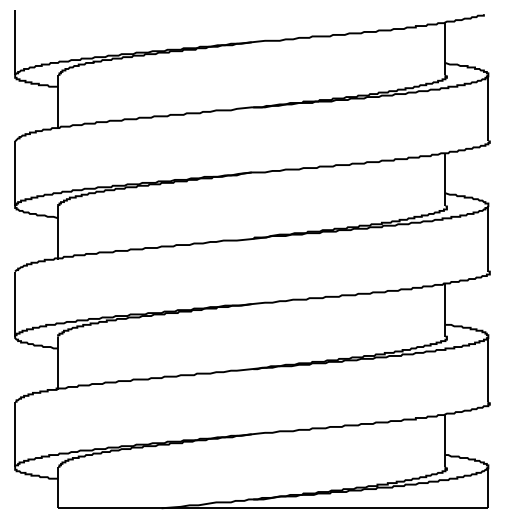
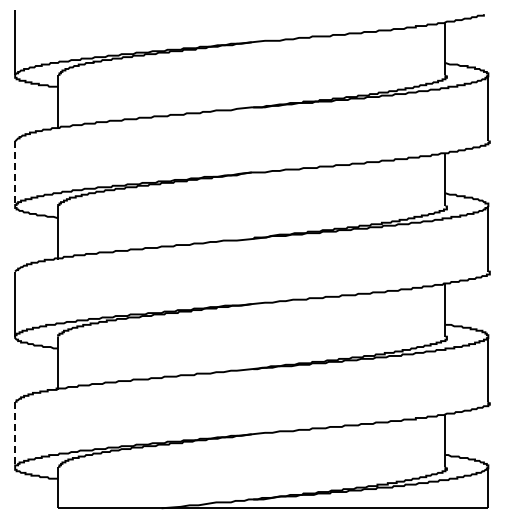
line at (15, 173): solid -> dashed
line at (15, 434): solid -> dashed
